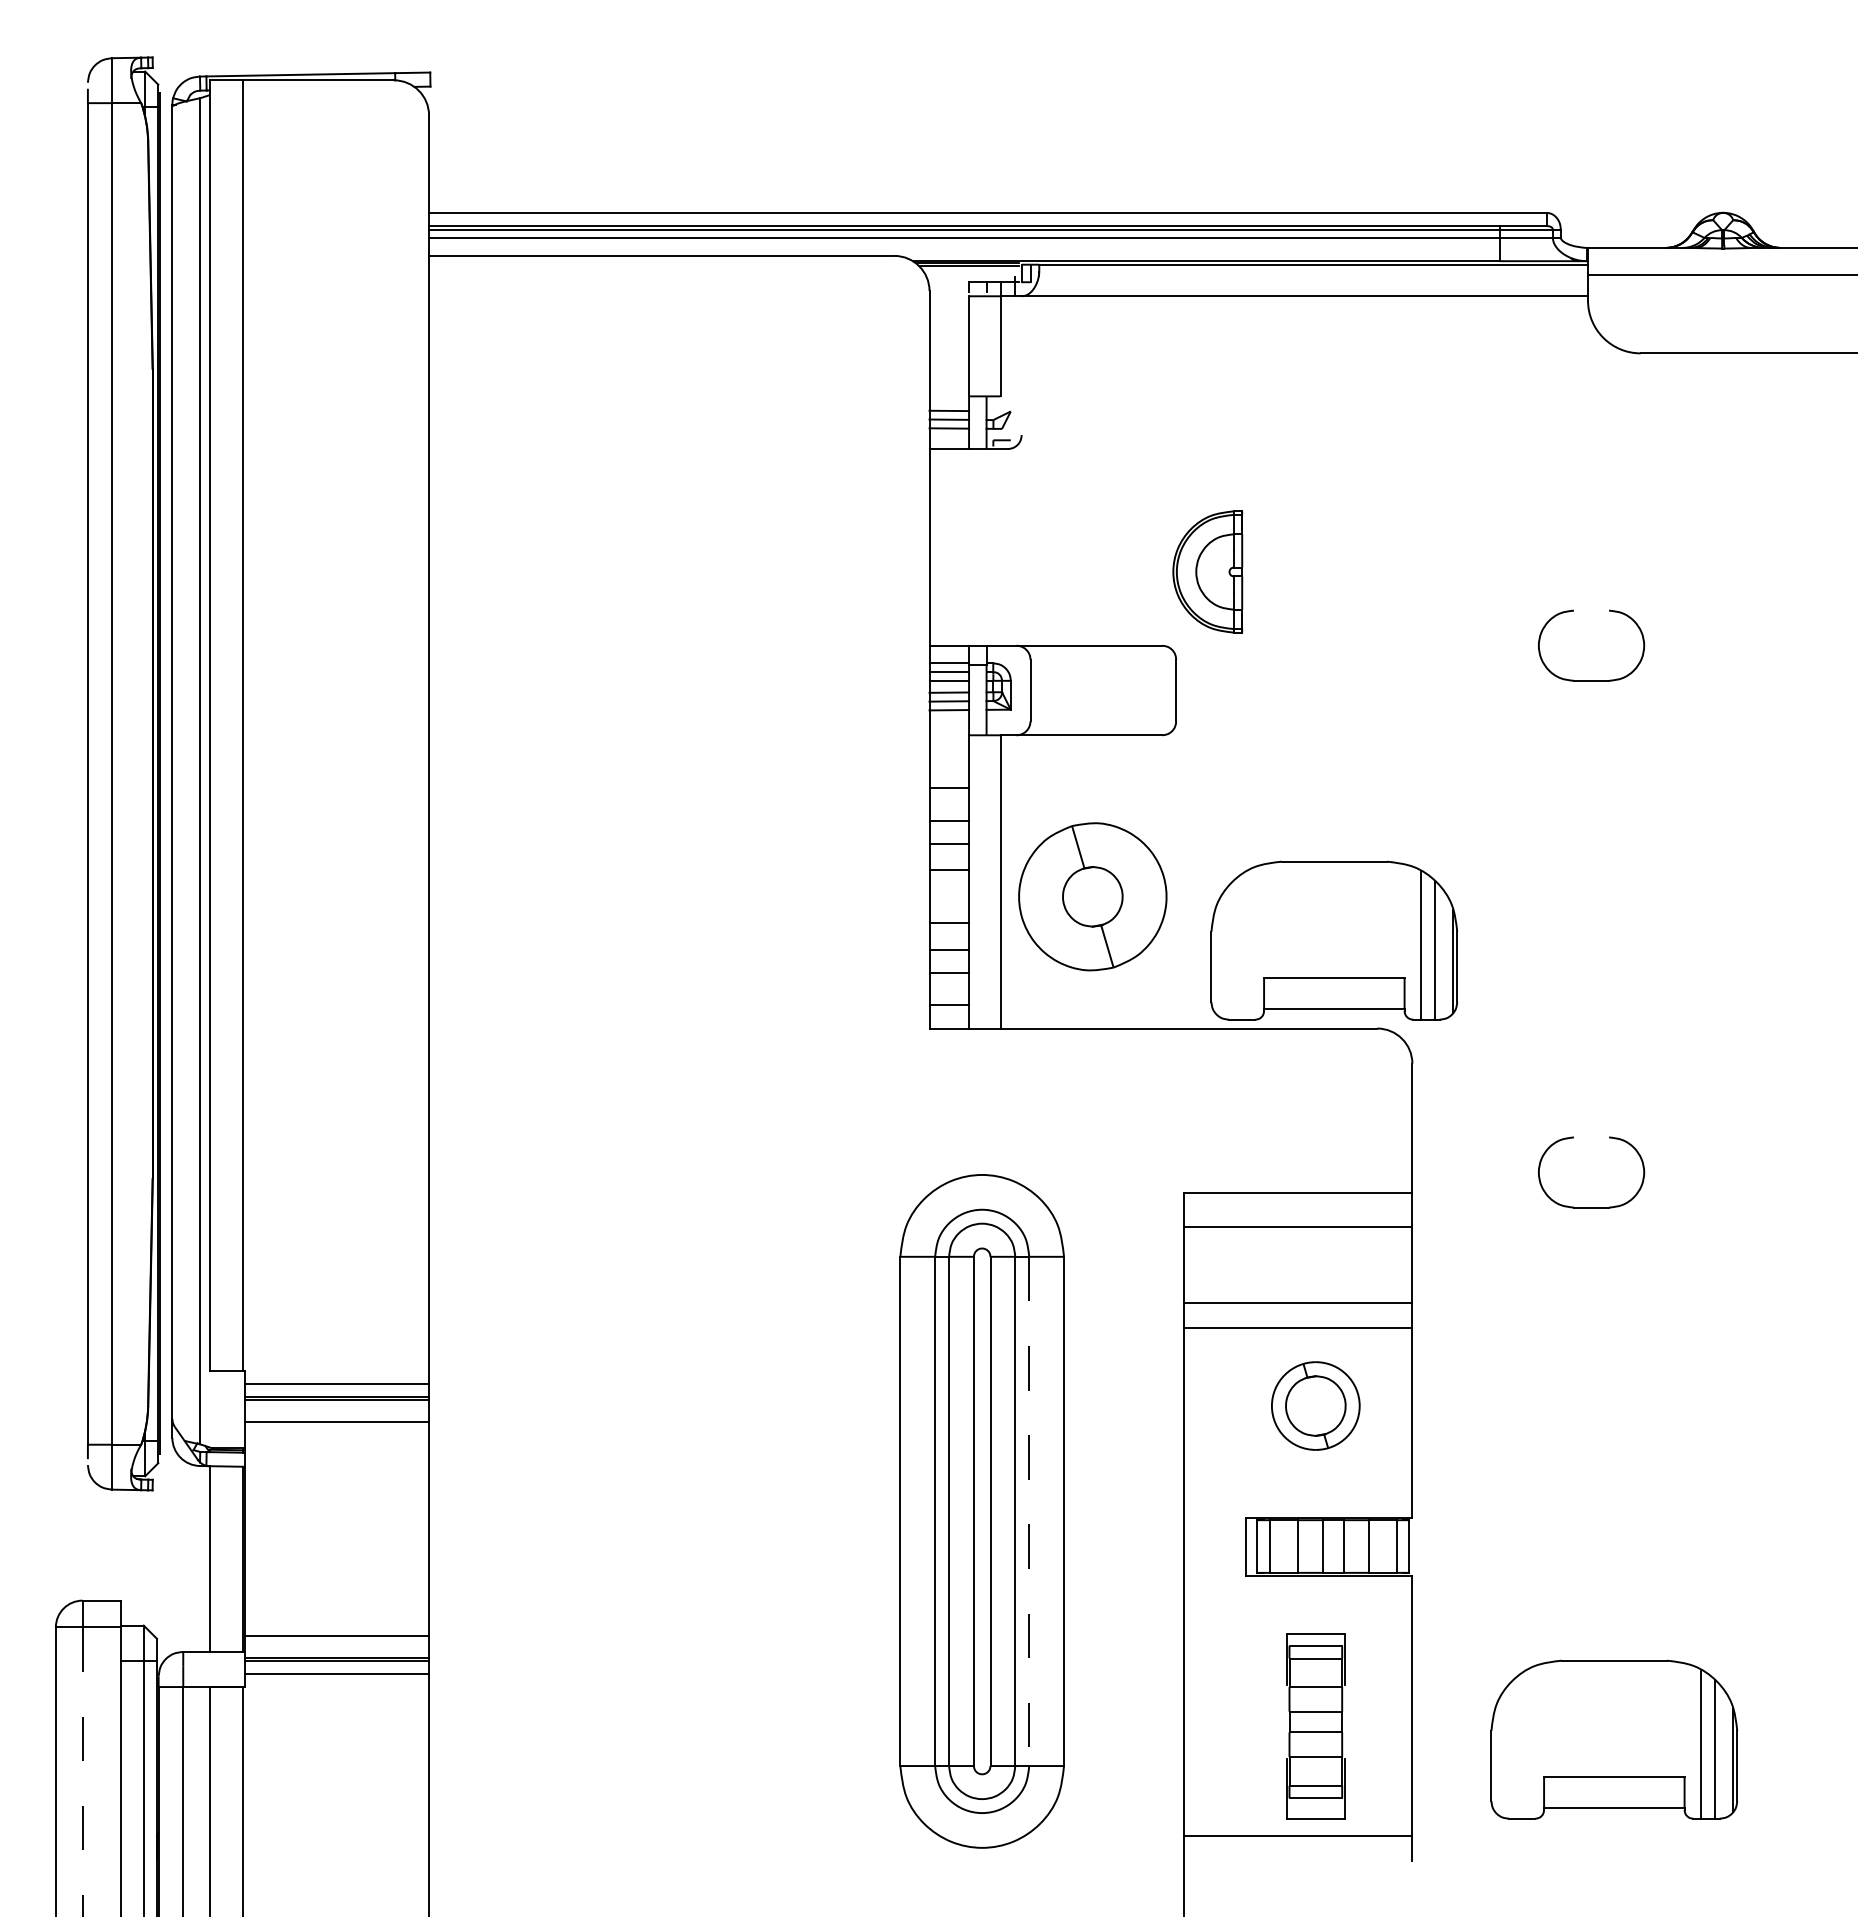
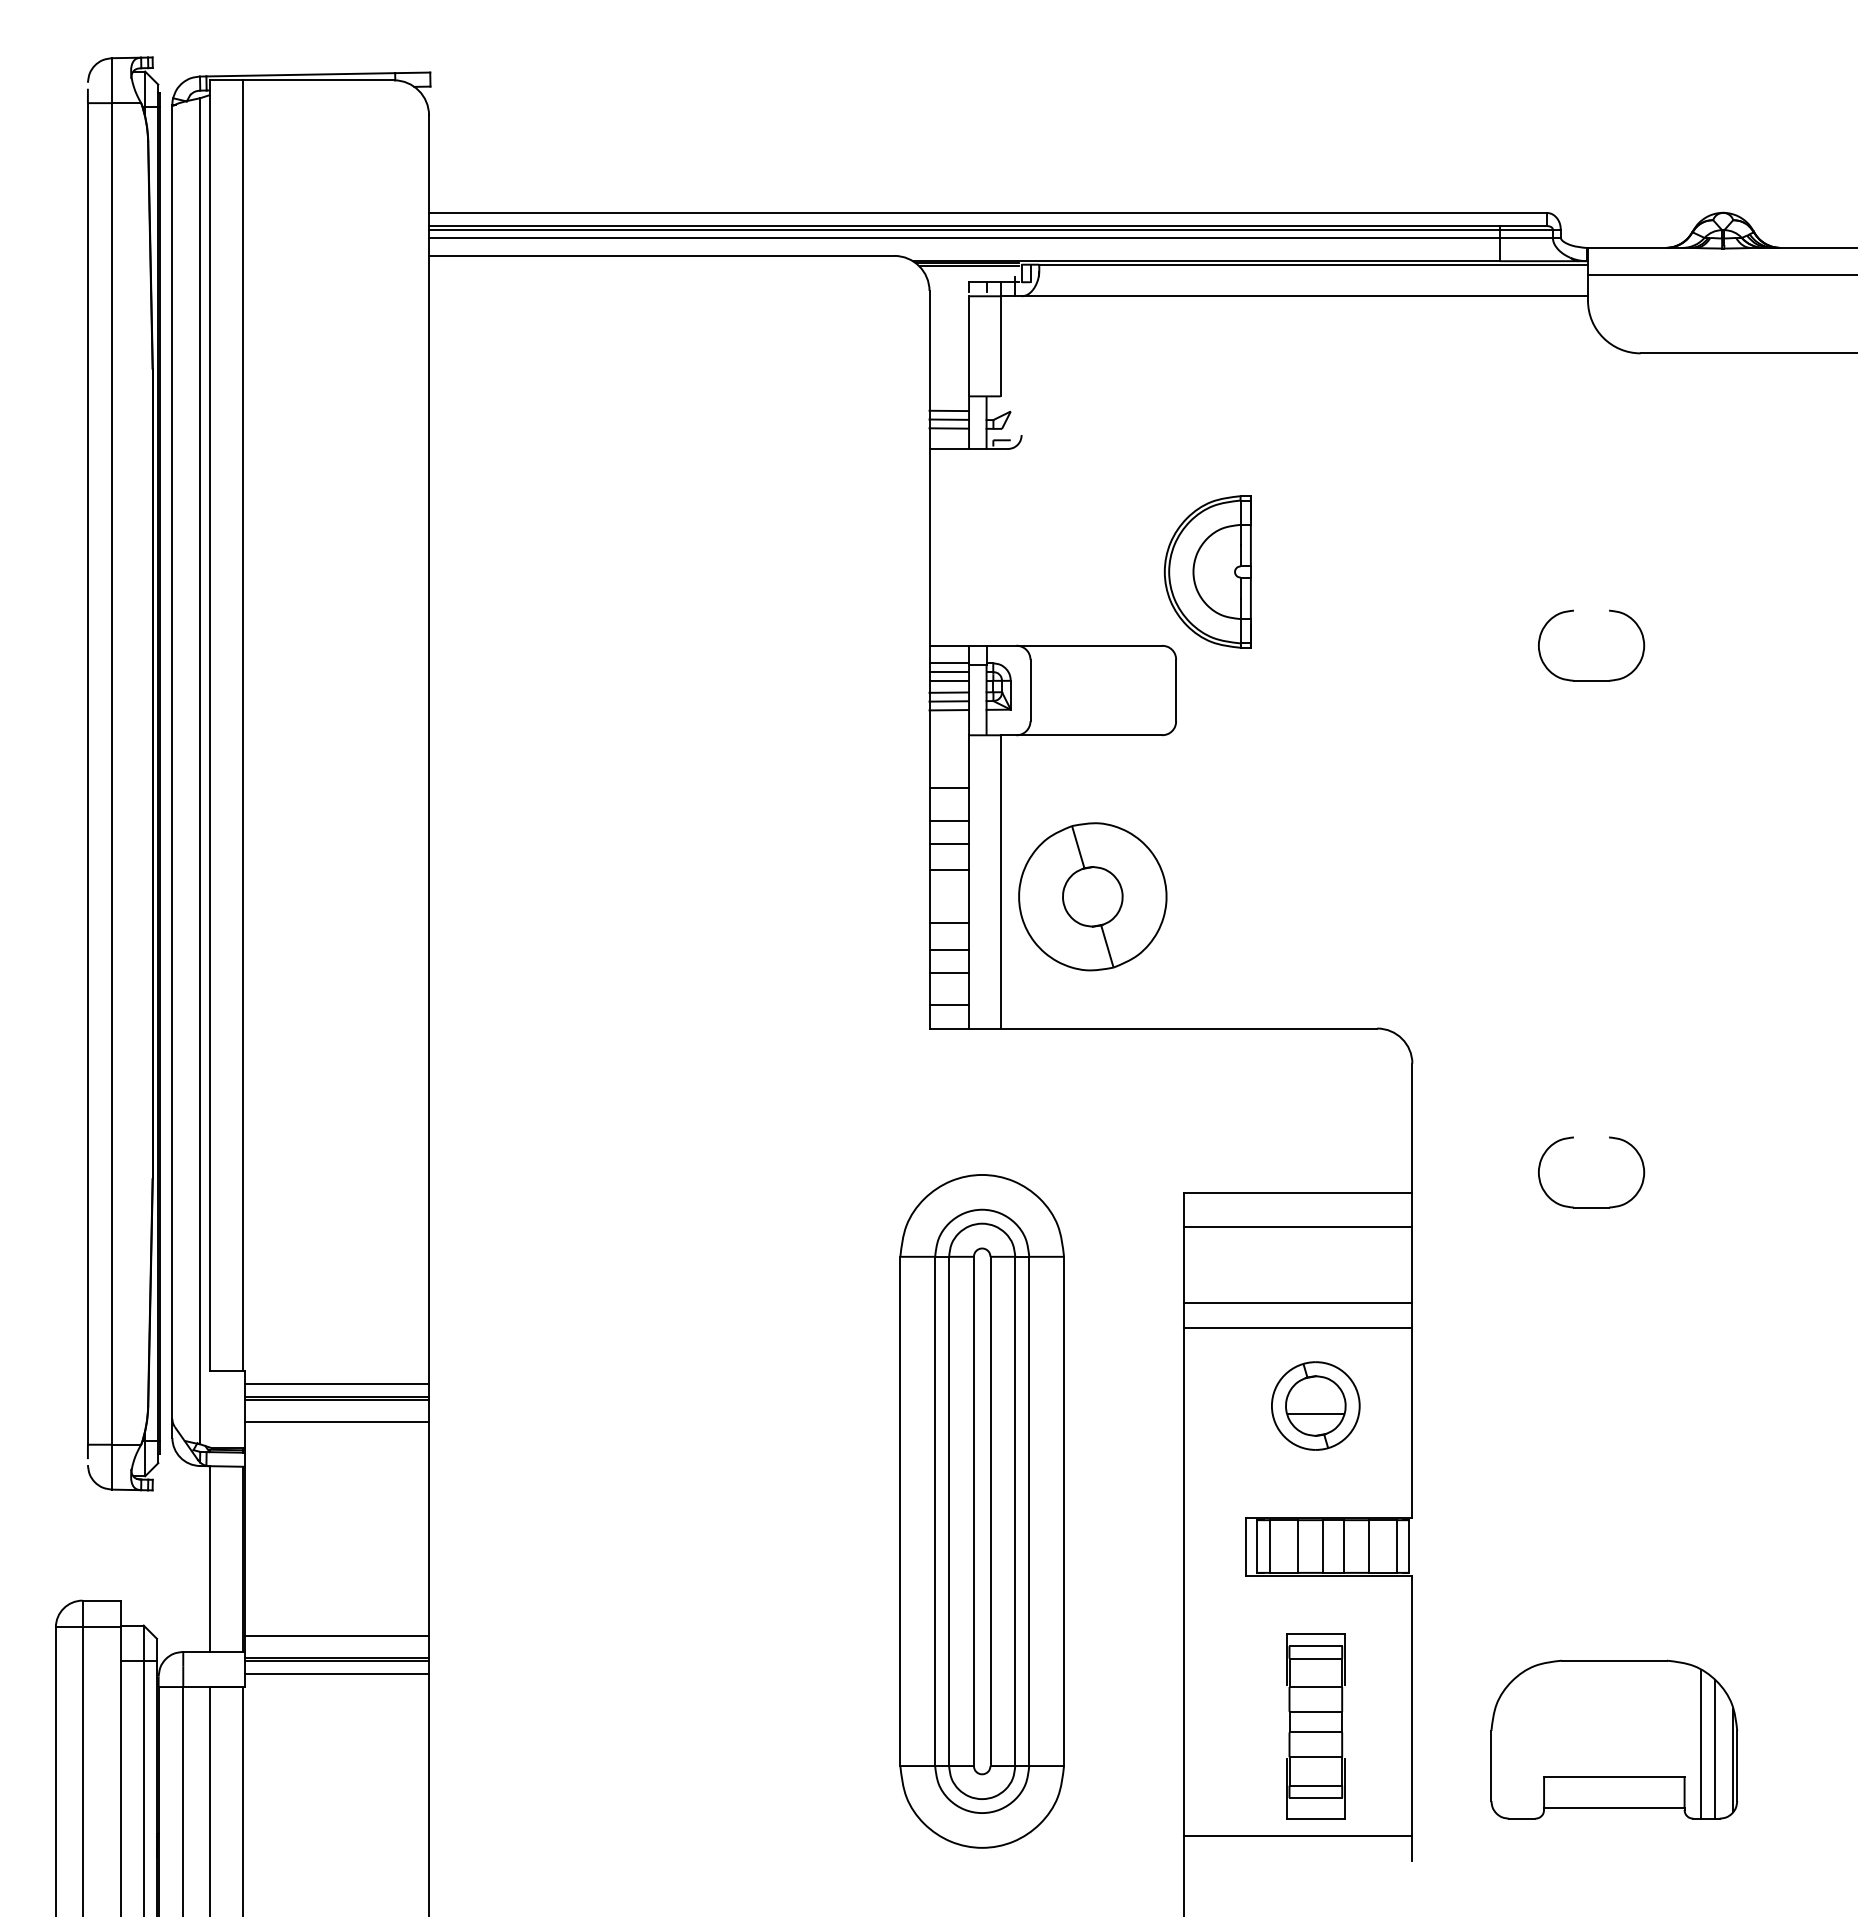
part at (1207, 571) size: 72x124 px -> 89x154 px
part at (1334, 940): present -> none
line at (1315, 1413): none -> present
line at (1029, 1511): dashed -> solid
line at (82, 1772): dashed -> solid
